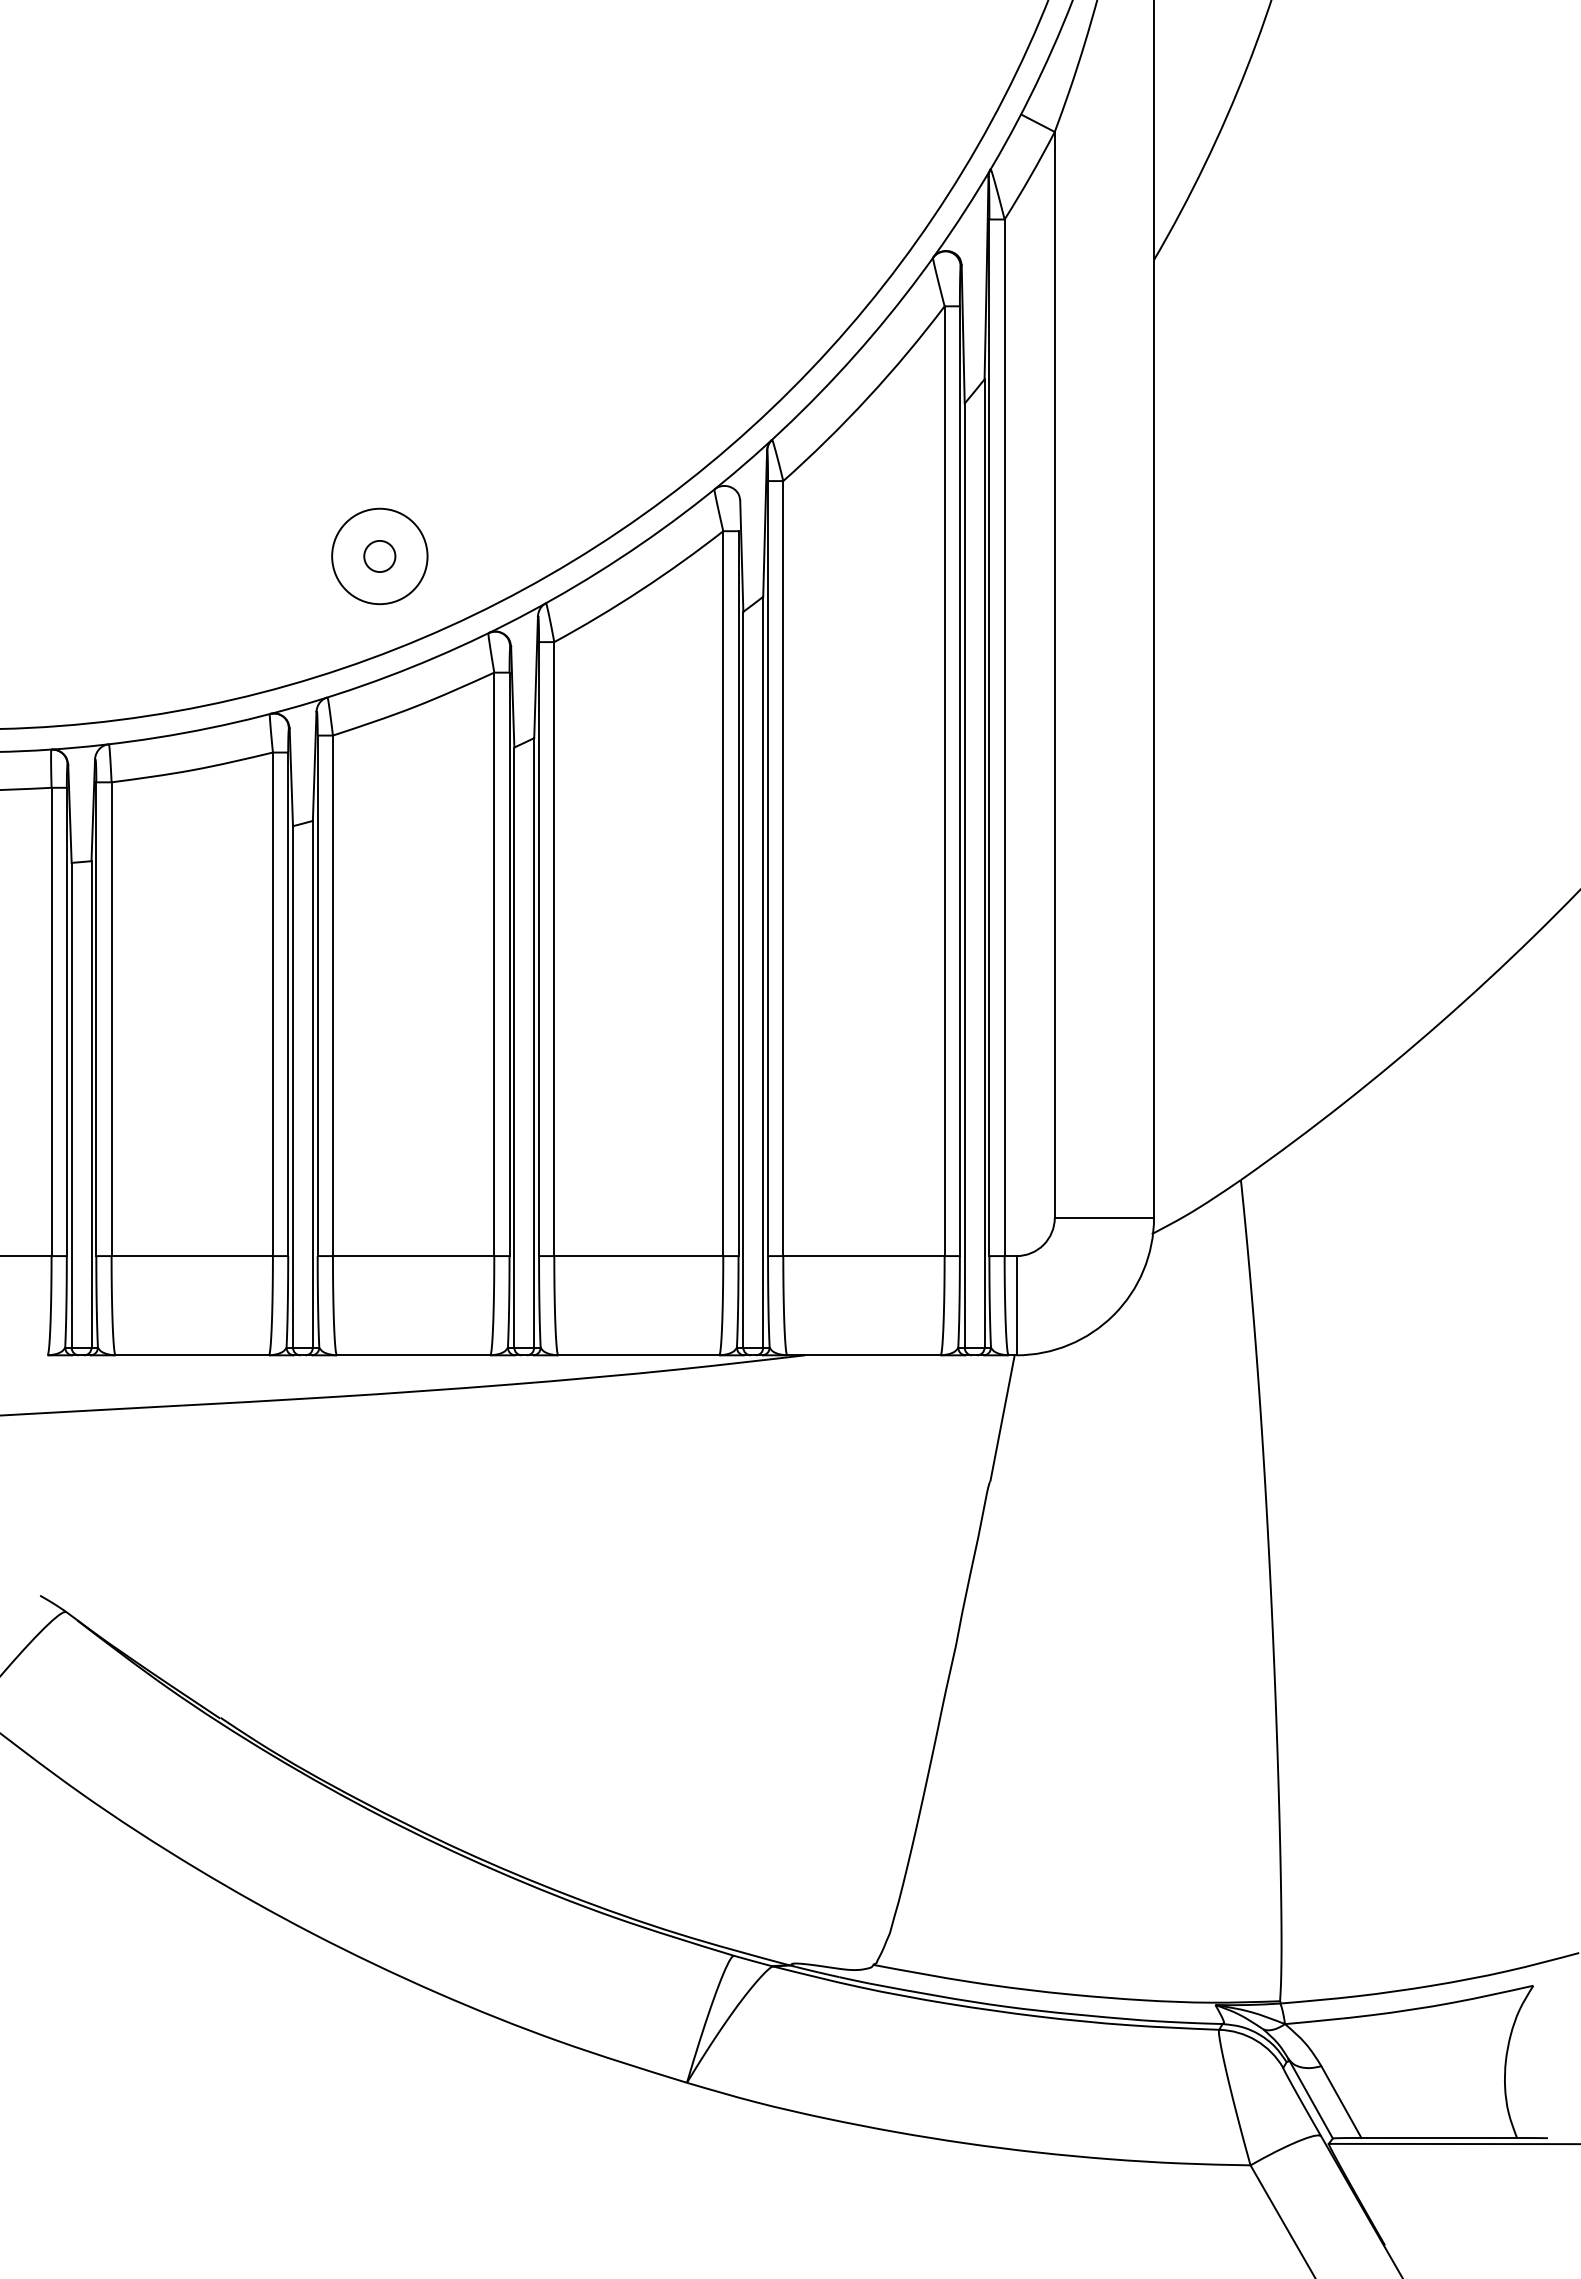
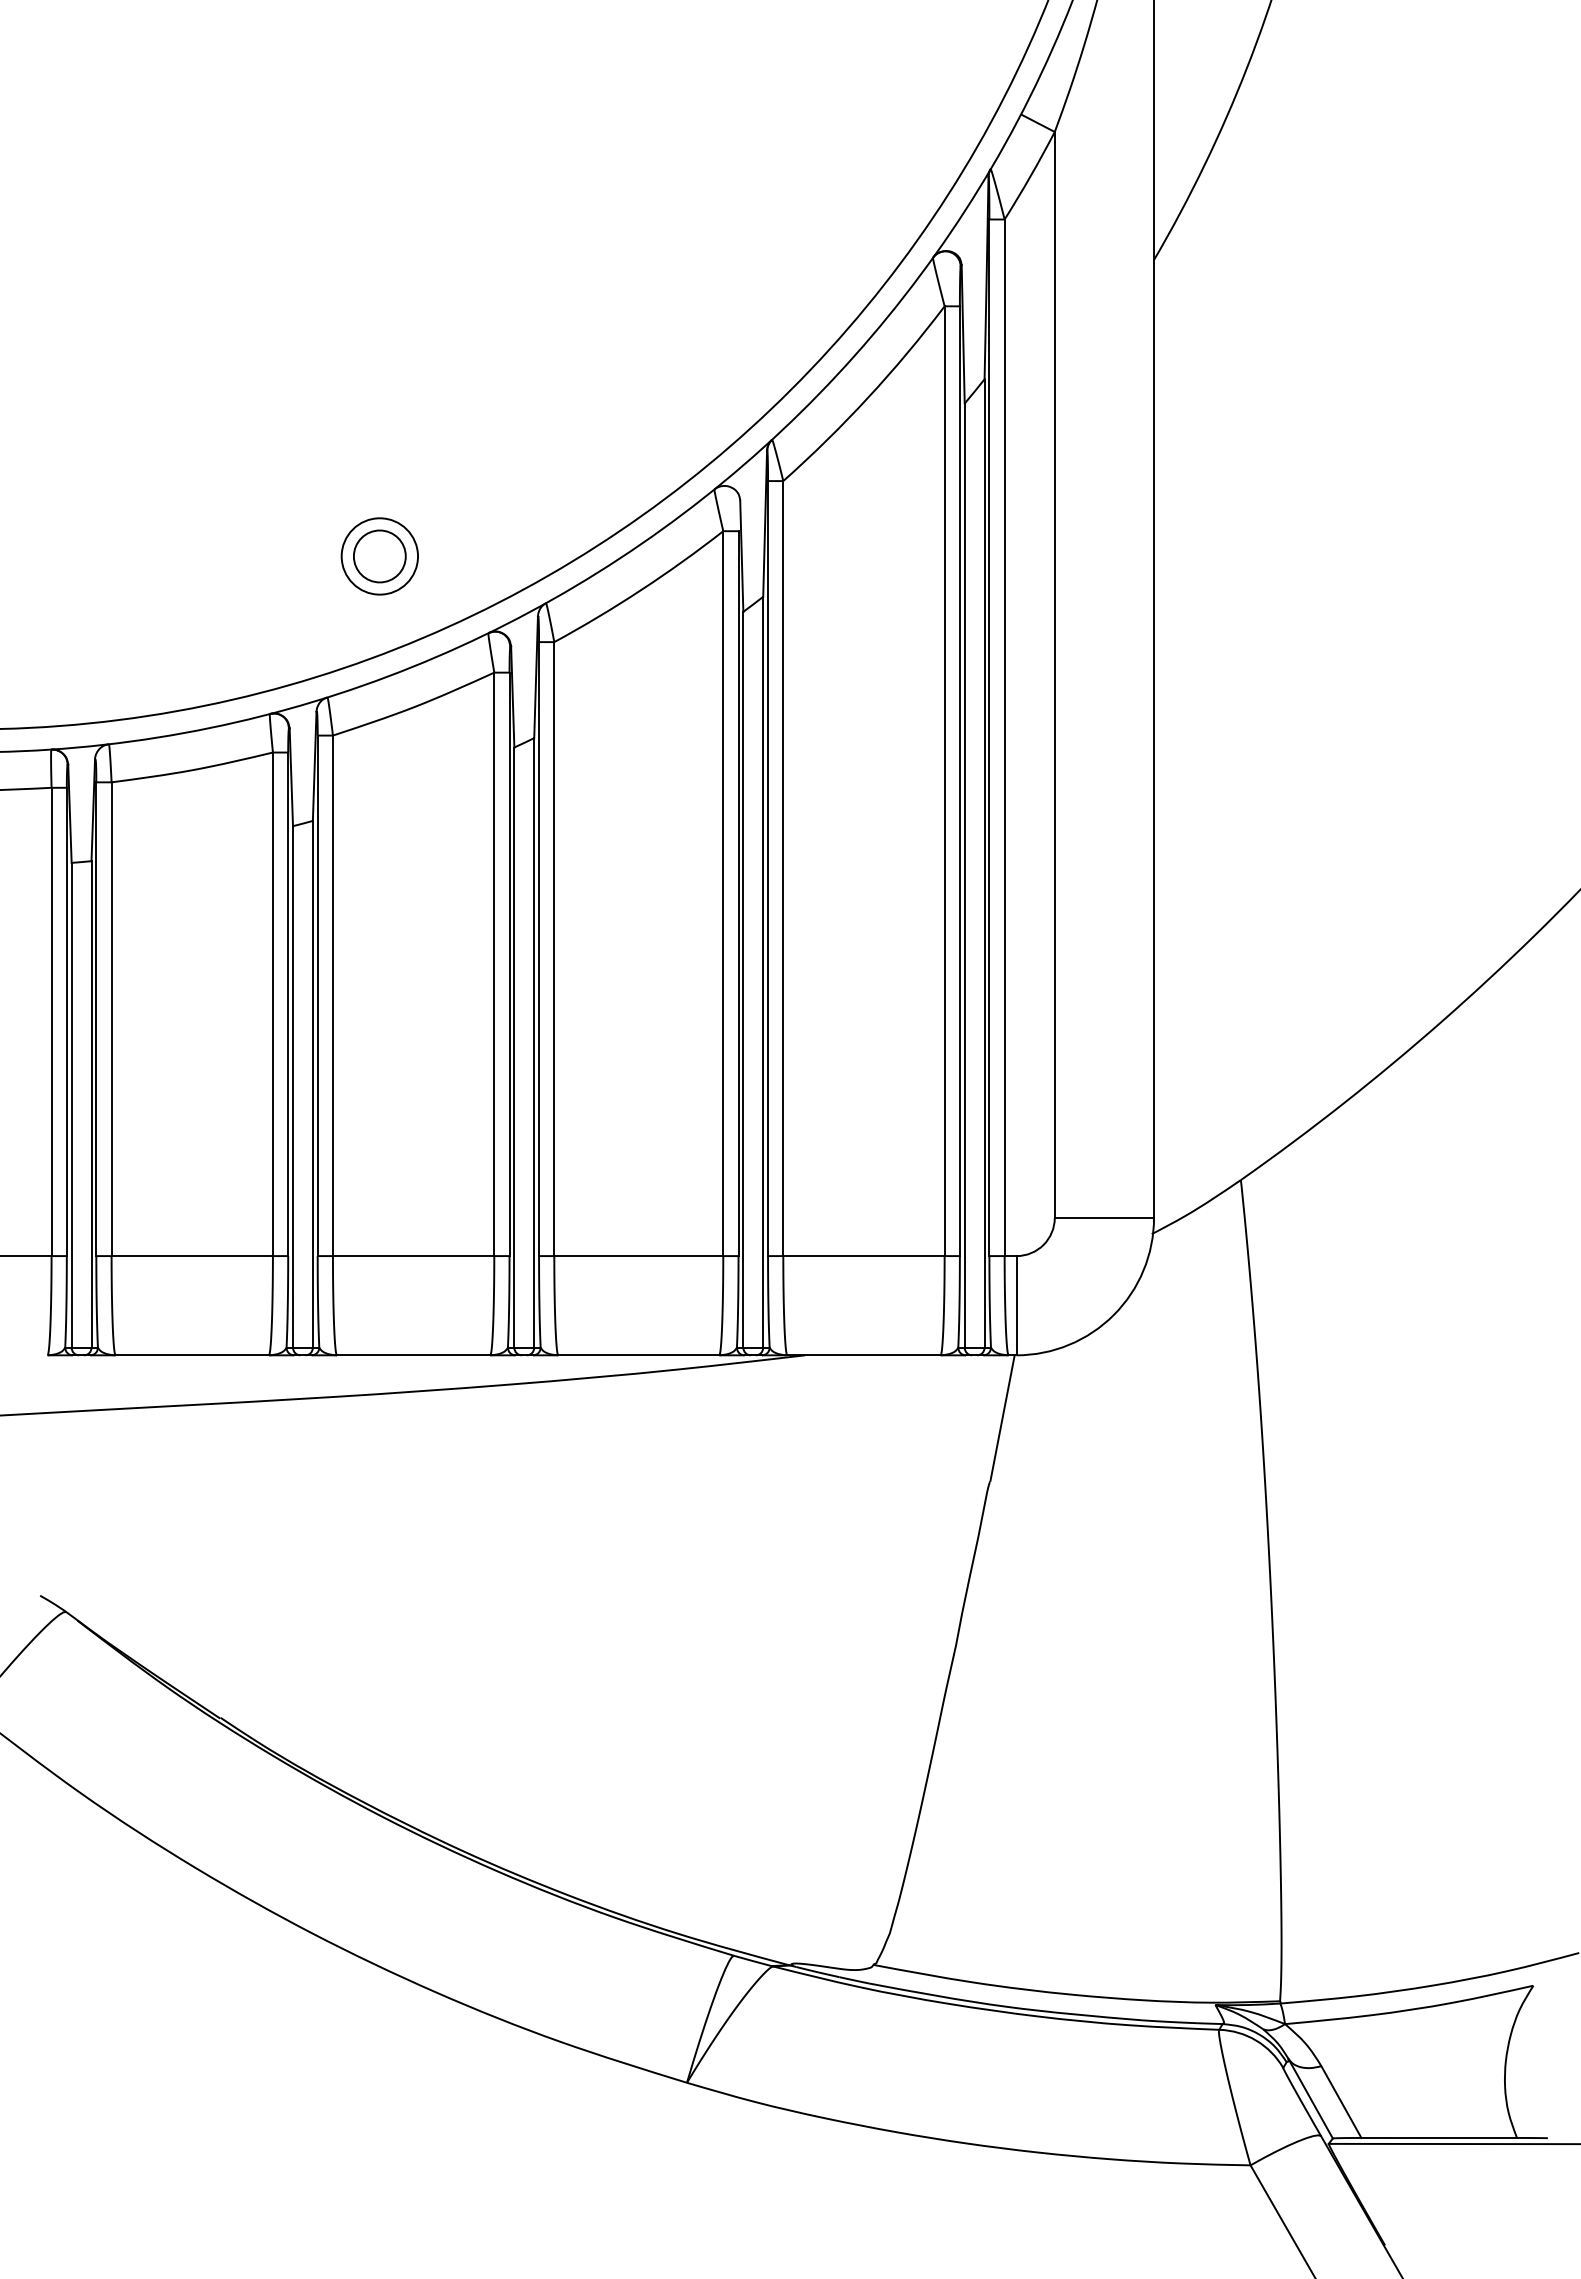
circle at (379, 556) diameter: 31 px -> 52 px
circle at (379, 556) diameter: 95 px -> 76 px
